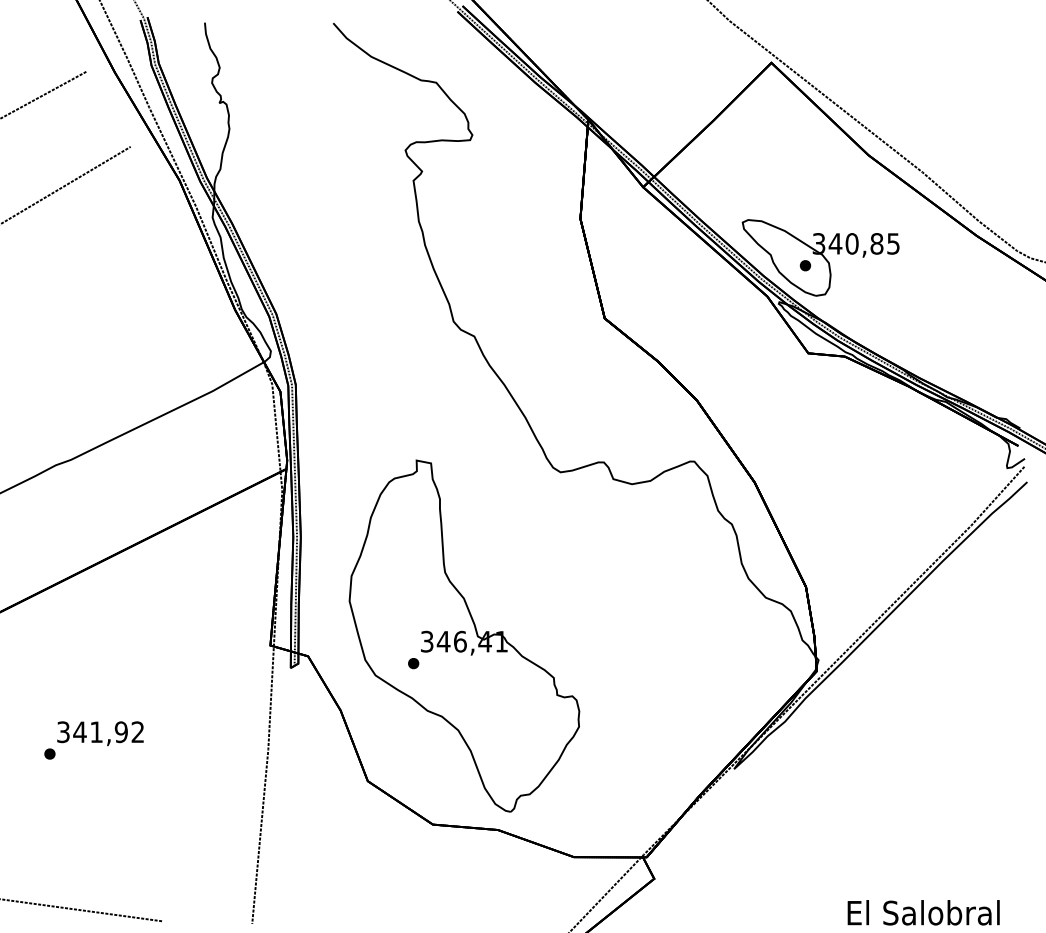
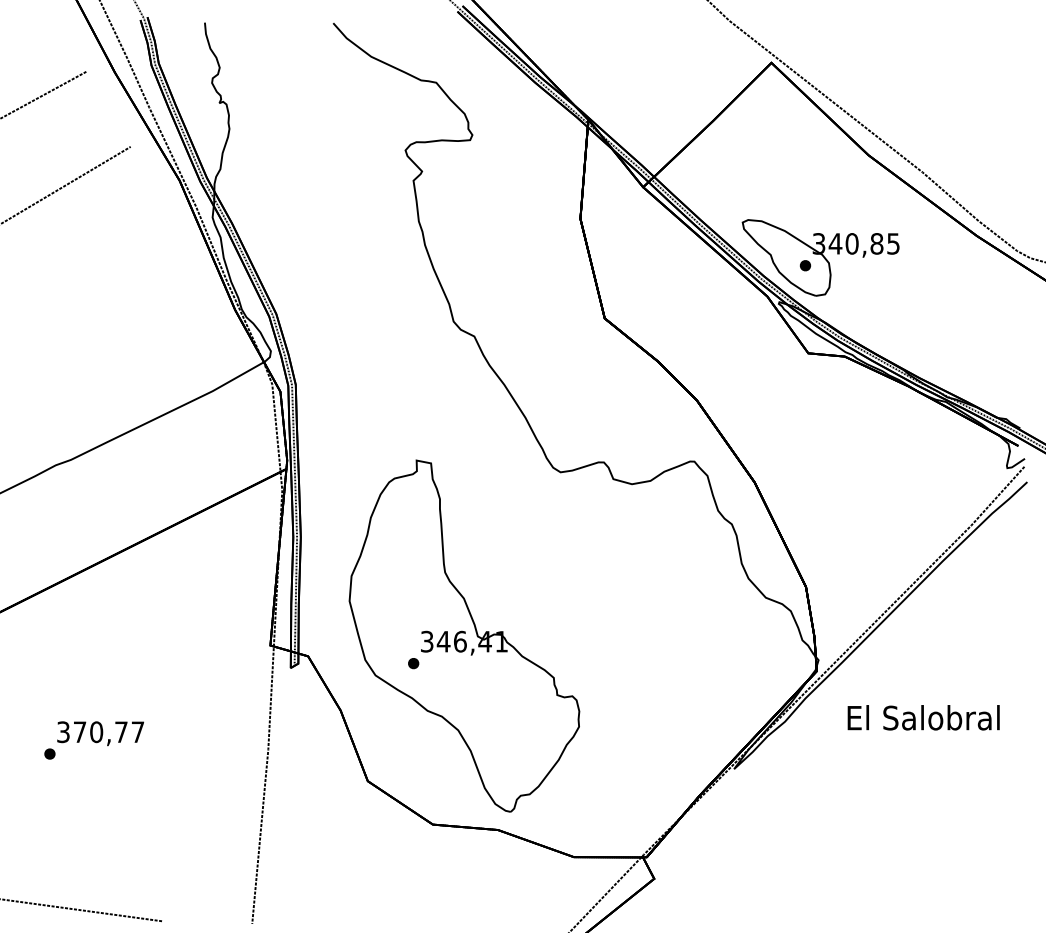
text at (108, 732): 341,92 -> 370,77
text at (923, 912) position: (923, 912) -> (923, 717)
